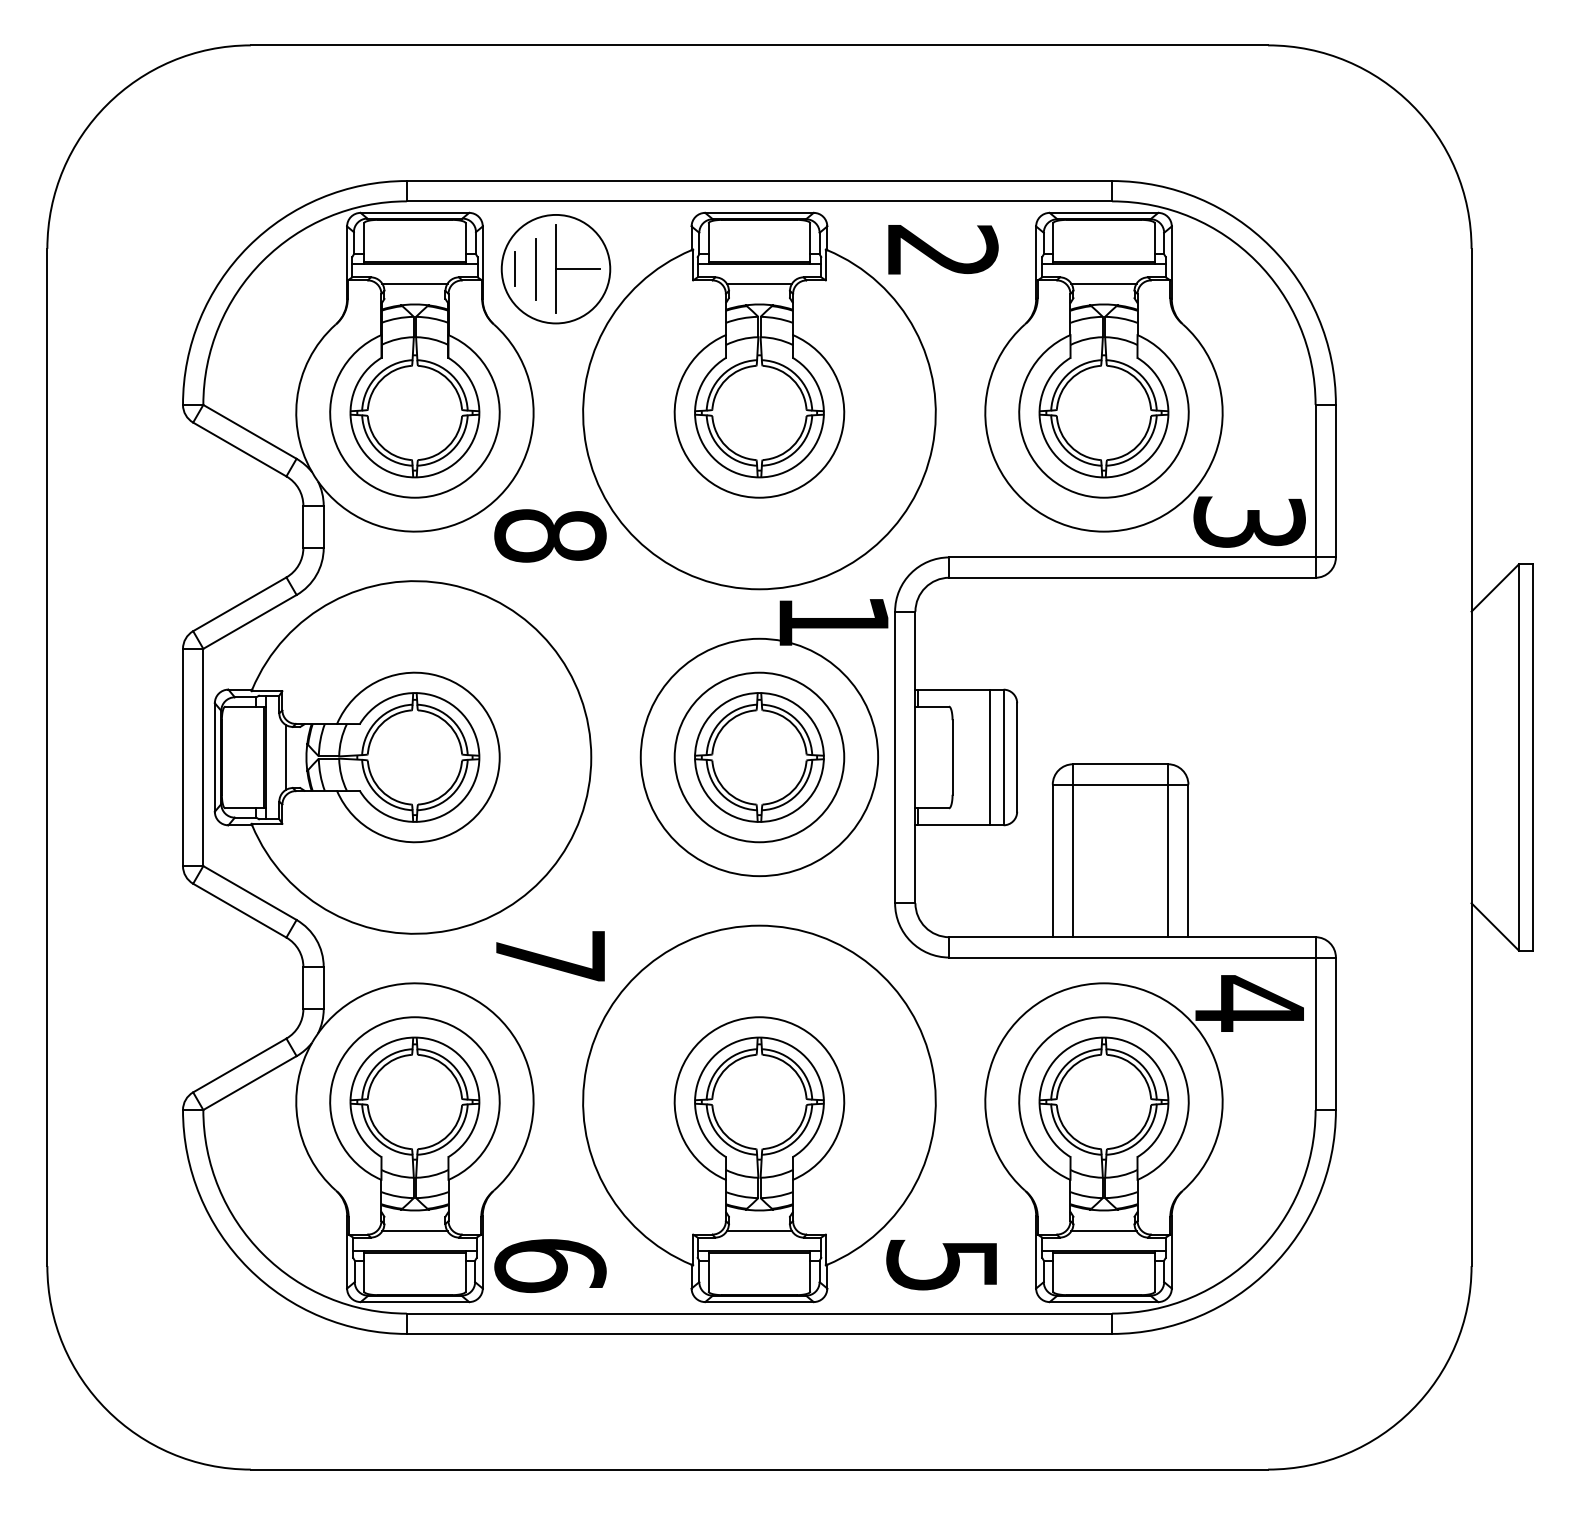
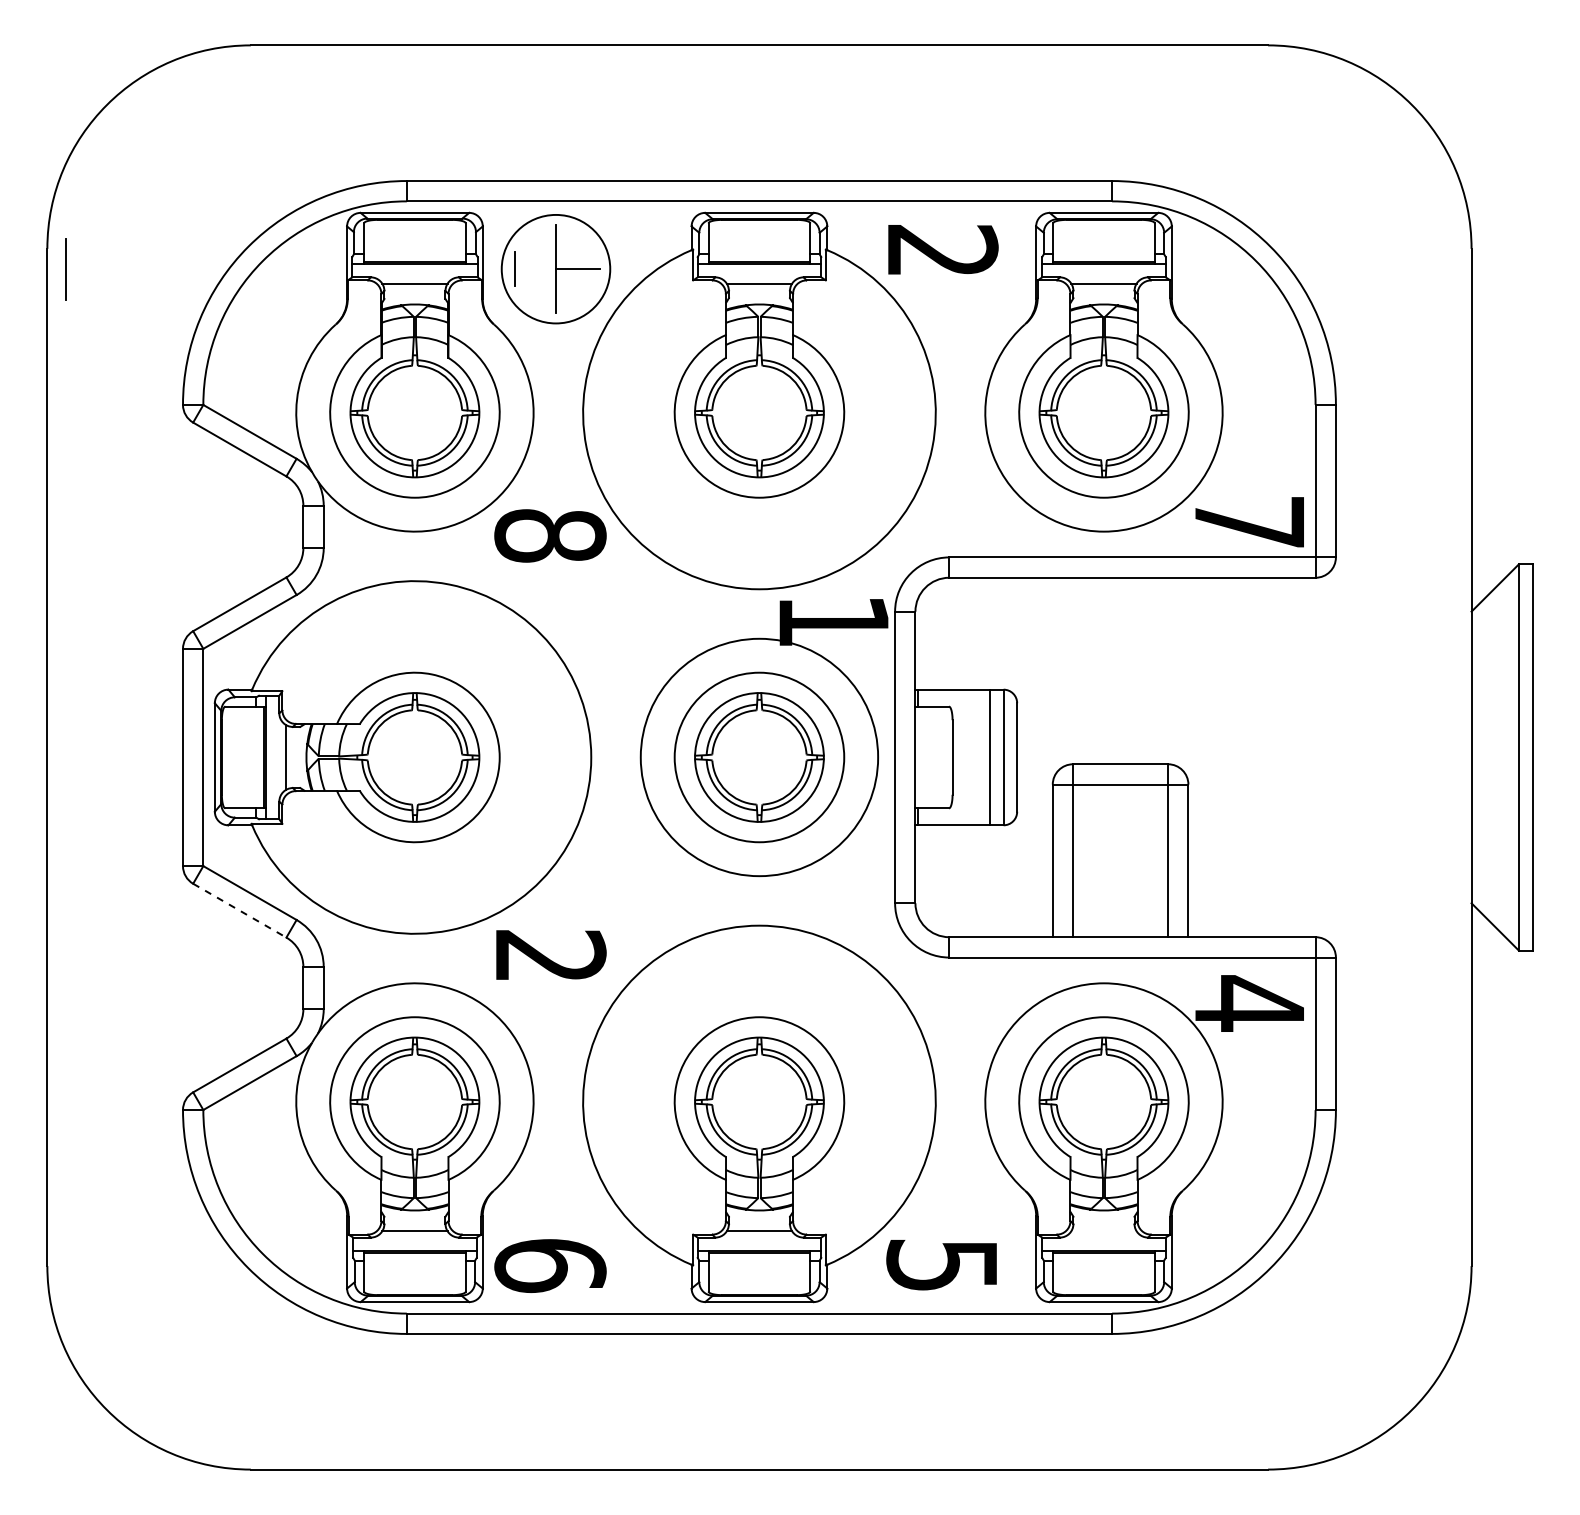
line at (535, 269) position: (535, 269) -> (65, 269)
text at (1249, 521): 3 -> 7
line at (239, 910): solid -> dashed
text at (551, 955): 7 -> 2
line at (1103, 1230): present -> none
